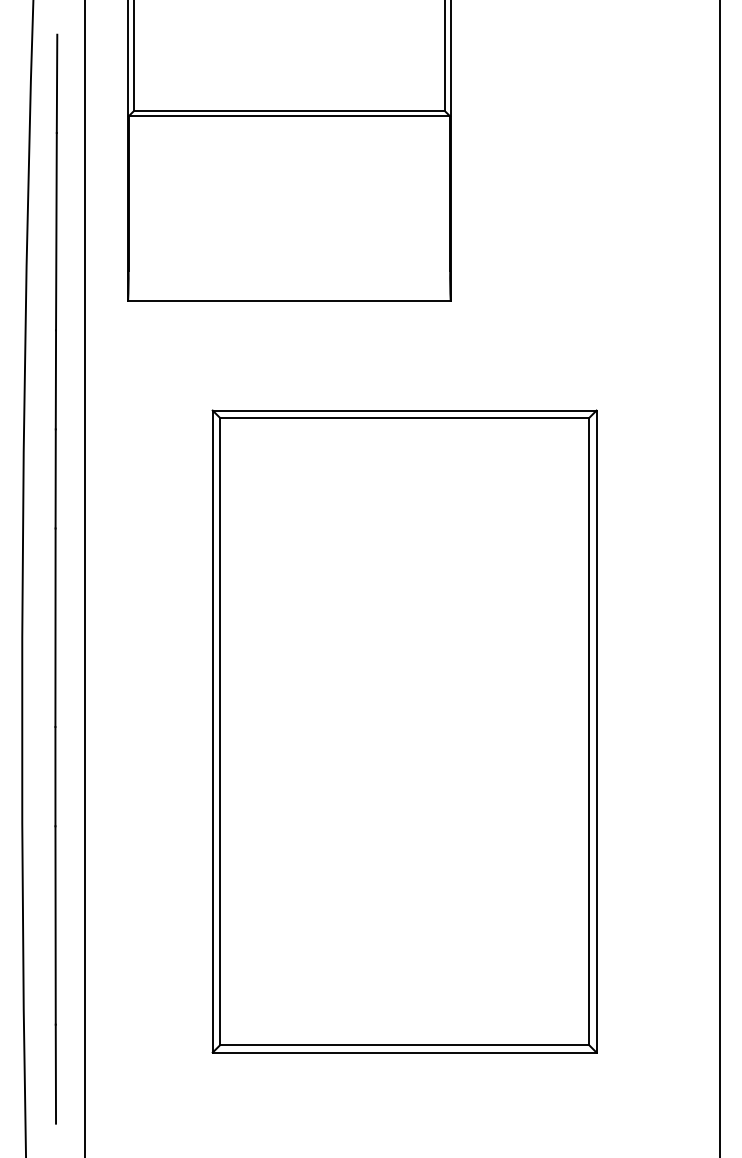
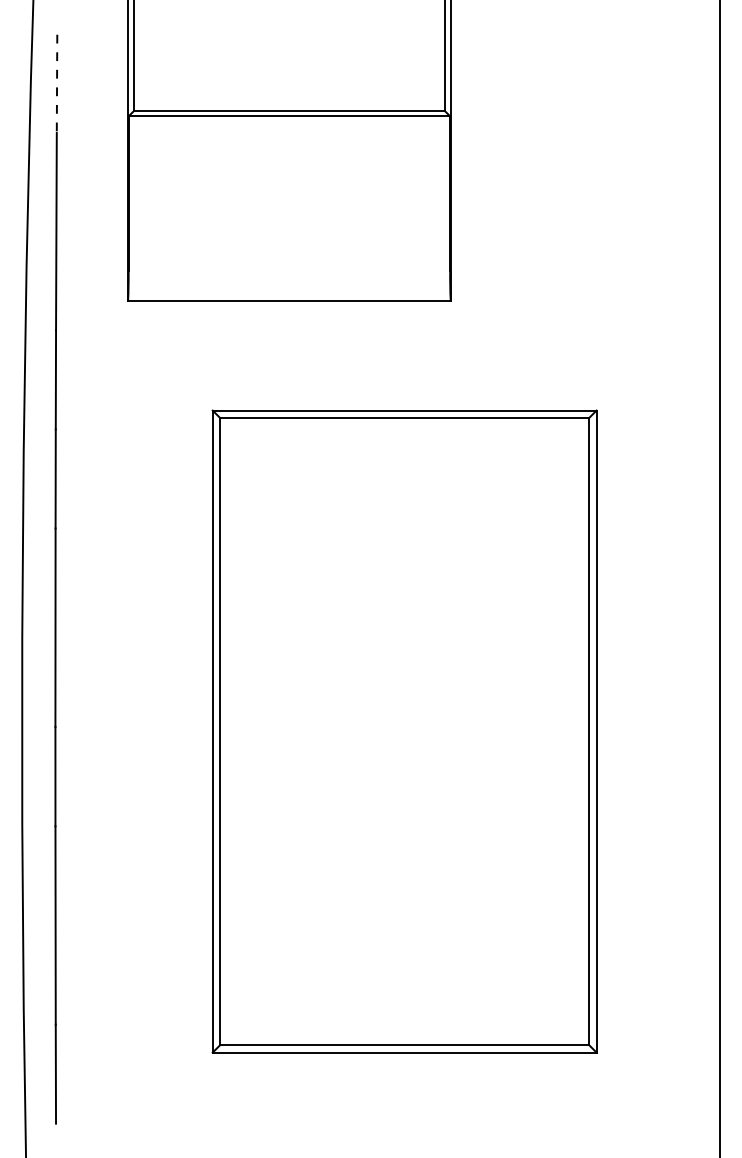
line at (57, 84): solid -> dashed
line at (84, 578): present -> none
